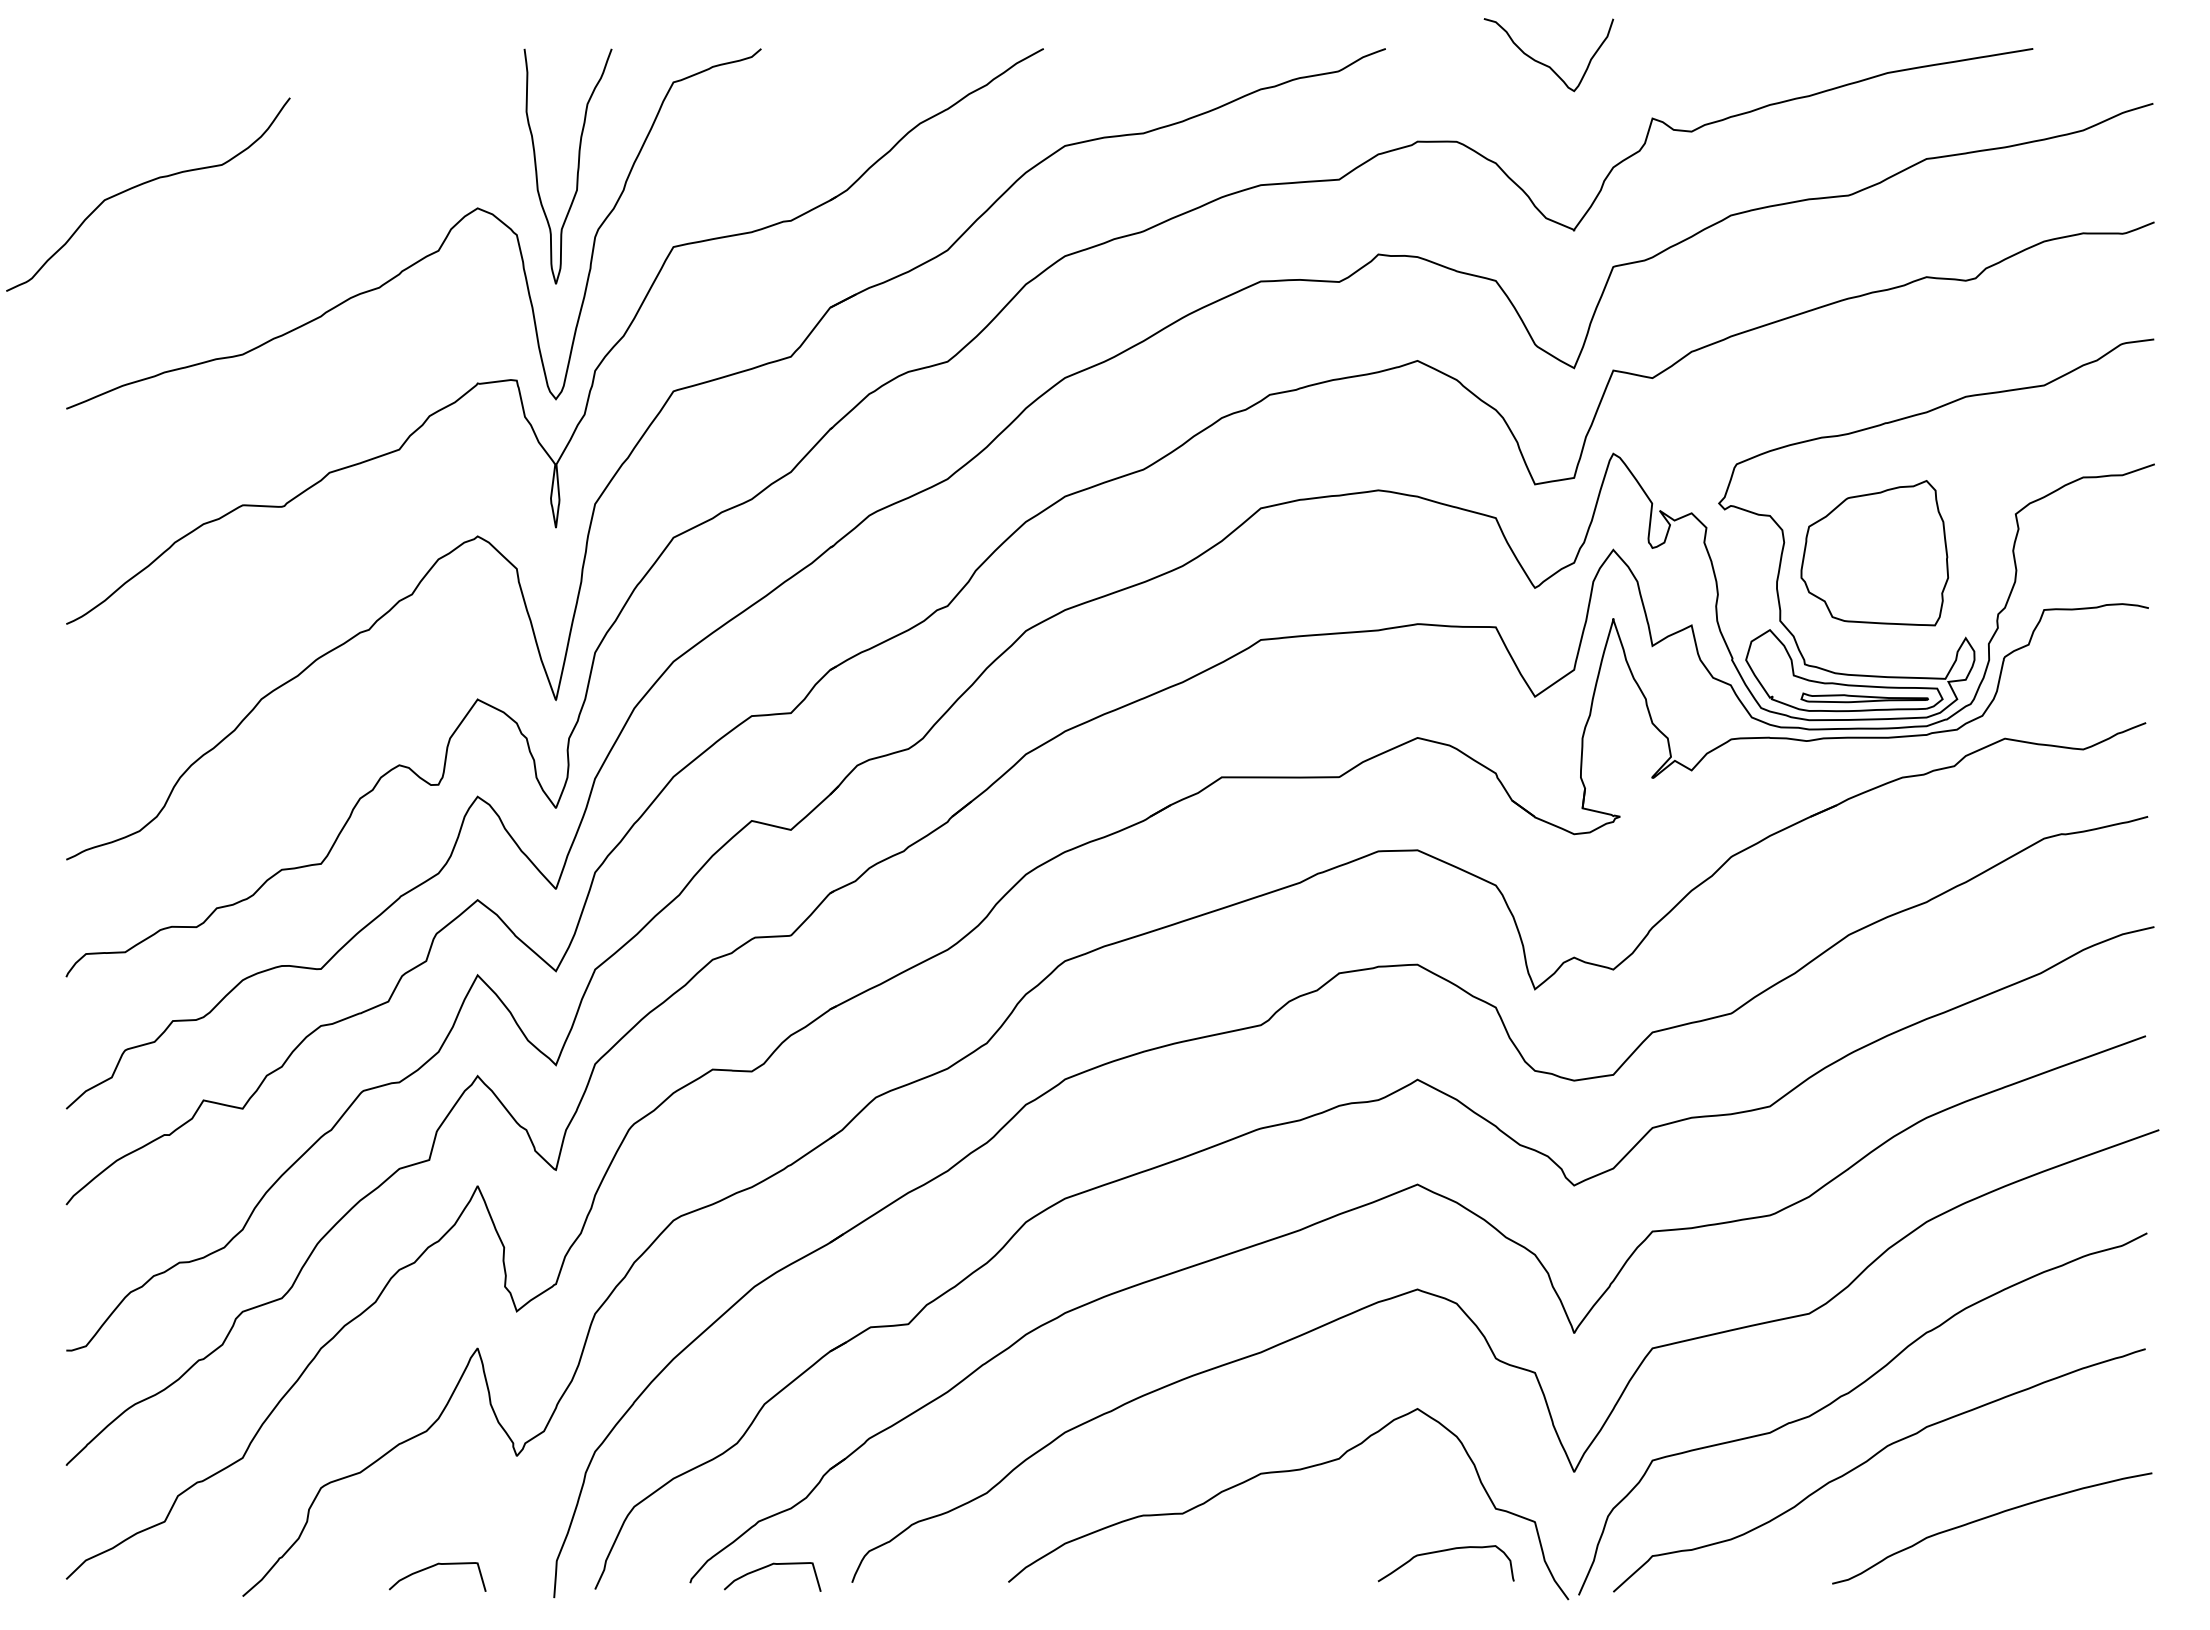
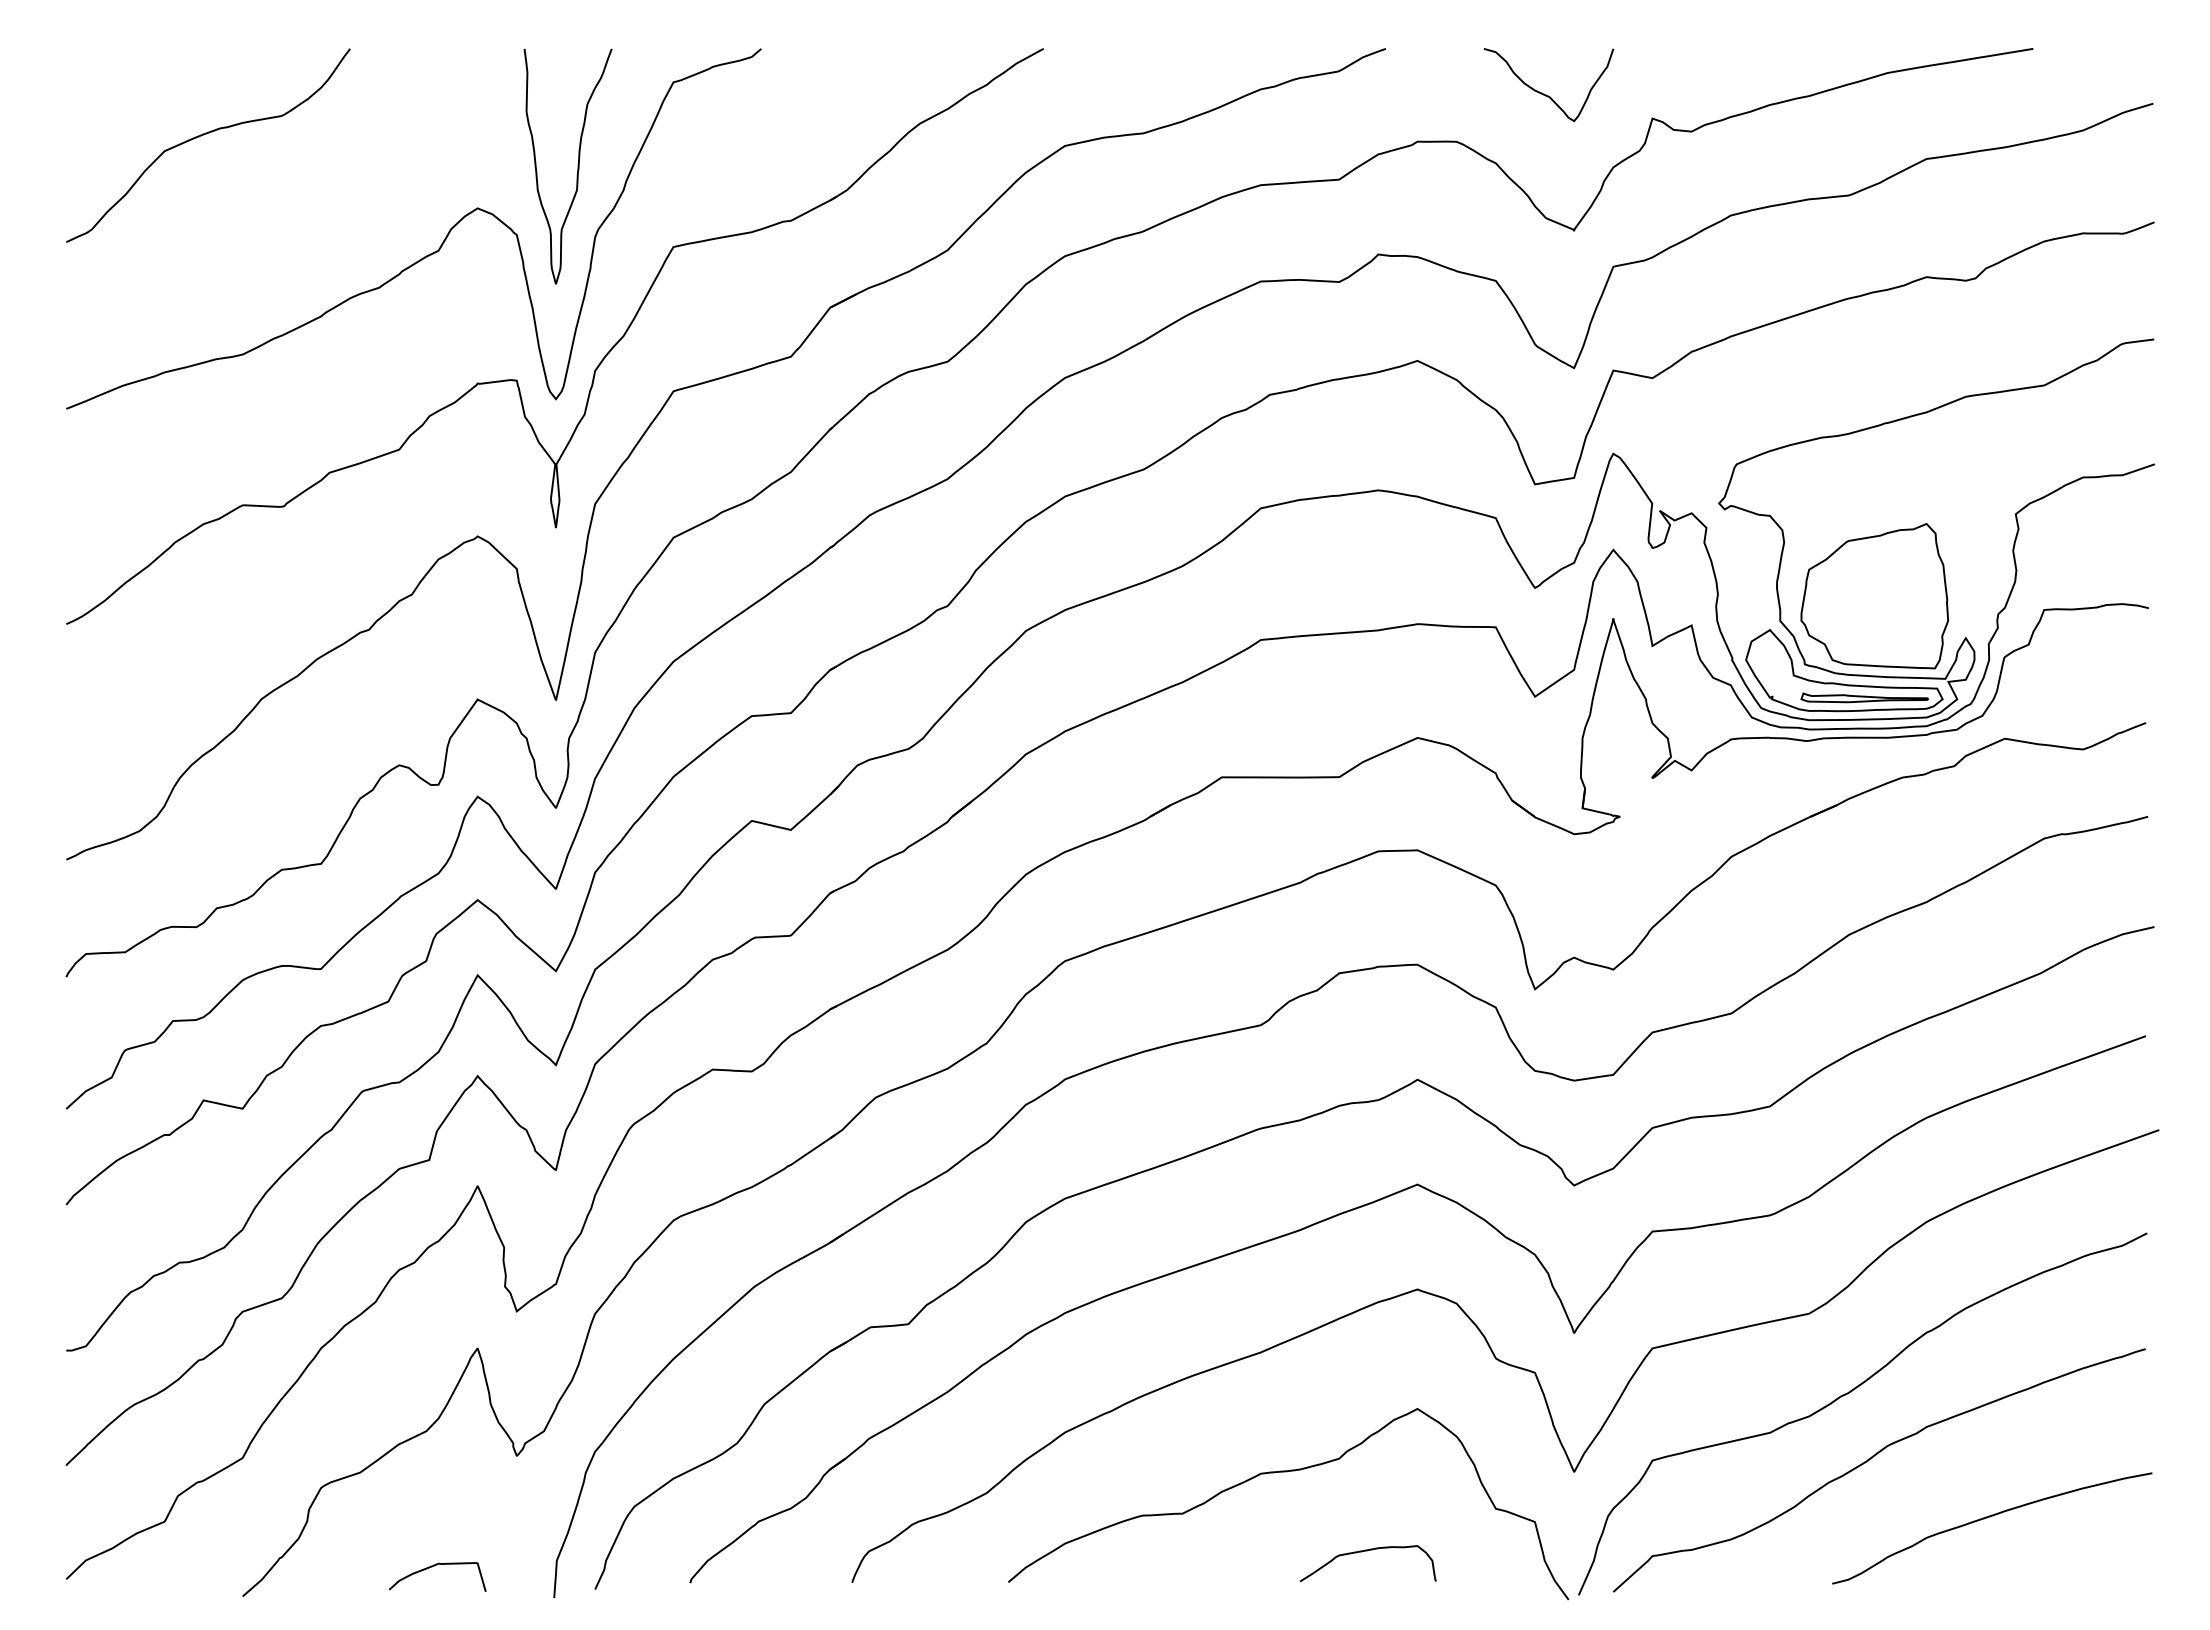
curve at (1544, 63) position: (1544, 63) -> (1544, 93)
curve at (144, 184) position: (144, 184) -> (204, 135)
part at (1874, 553) position: (1874, 553) -> (1874, 596)
curve at (1445, 1551) position: (1445, 1551) -> (1367, 1551)
curve at (767, 1567): present -> none
